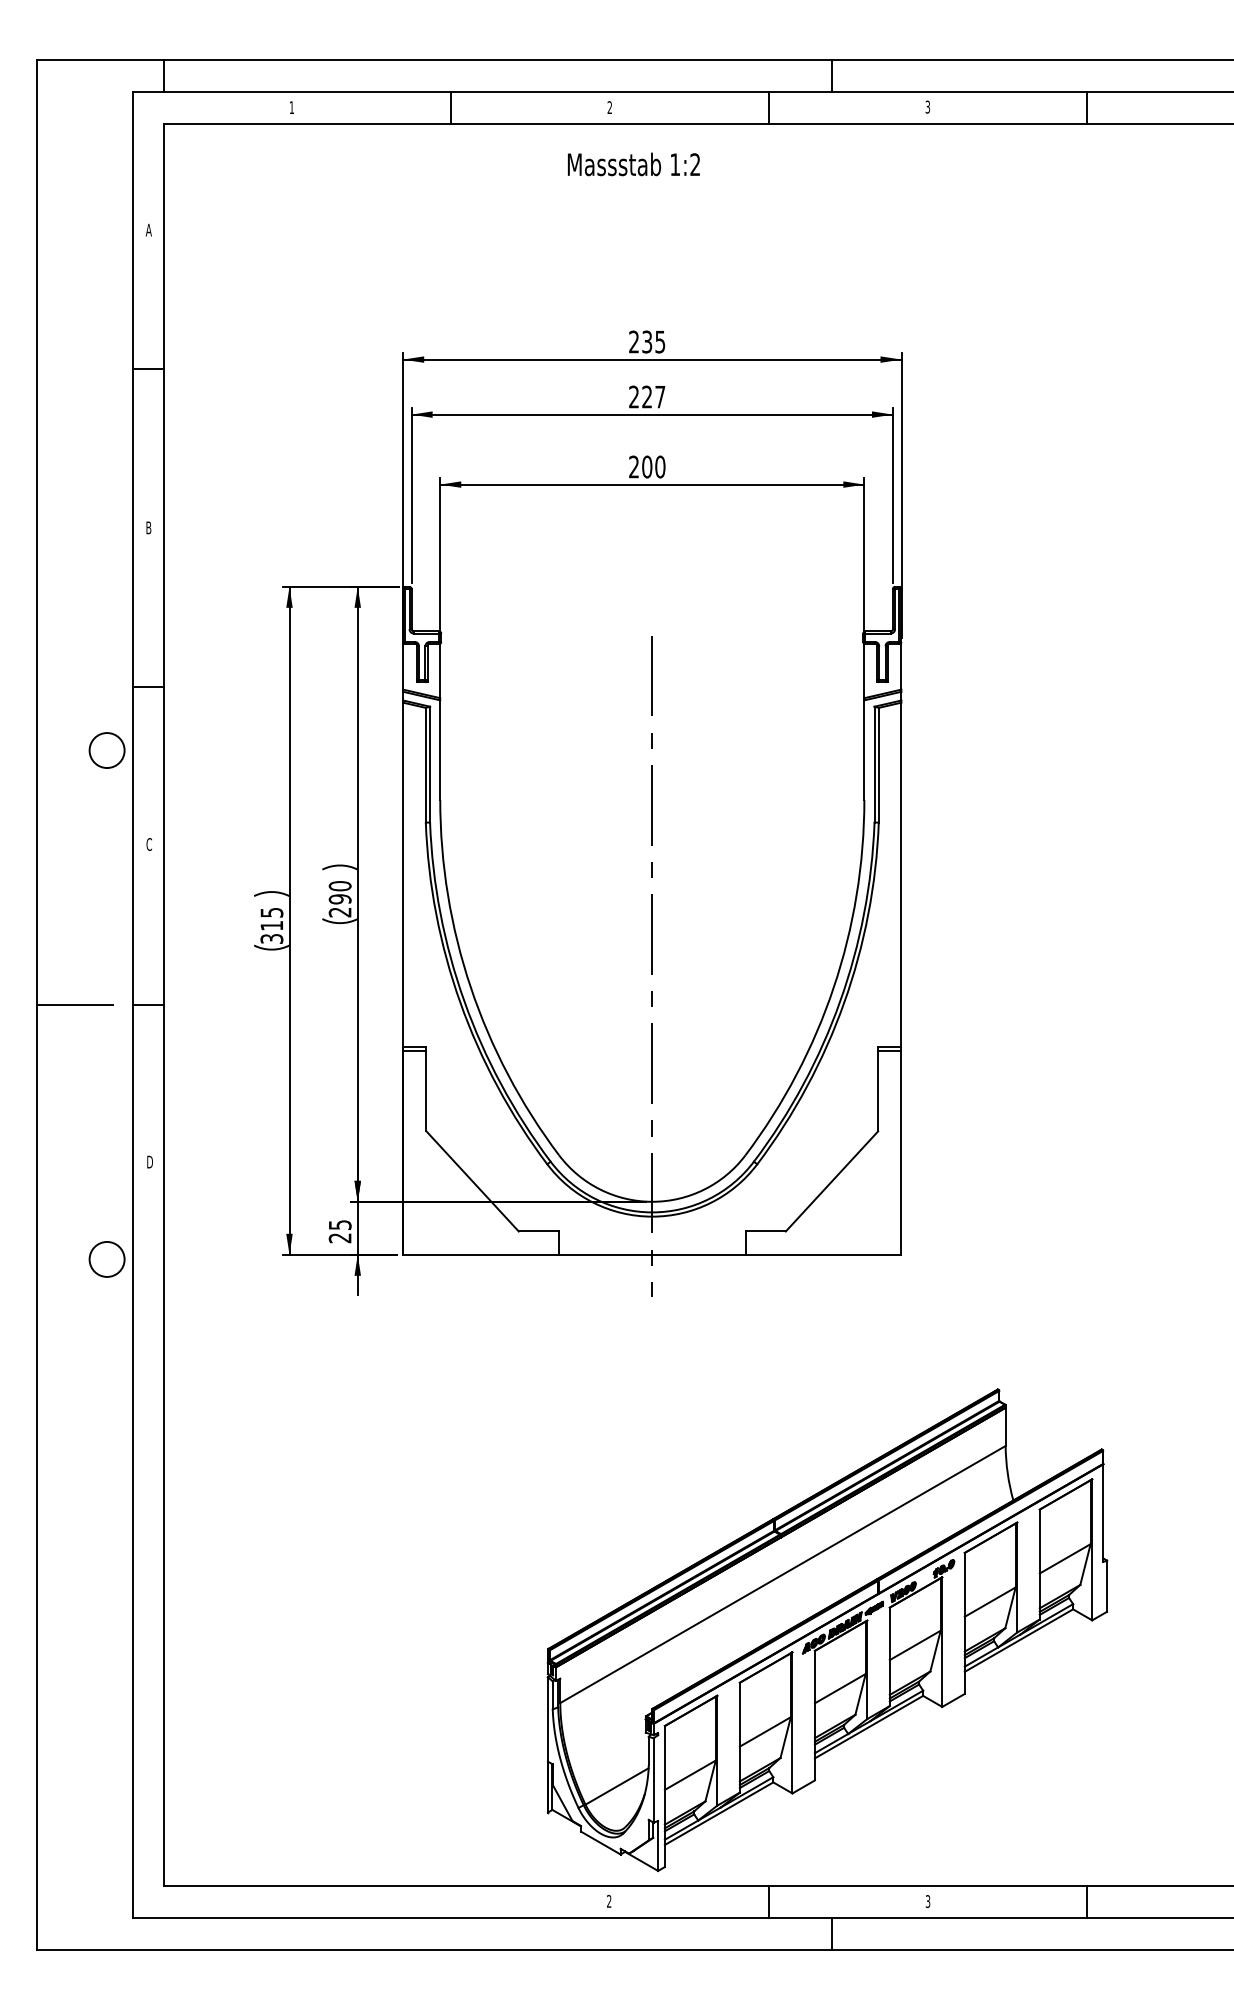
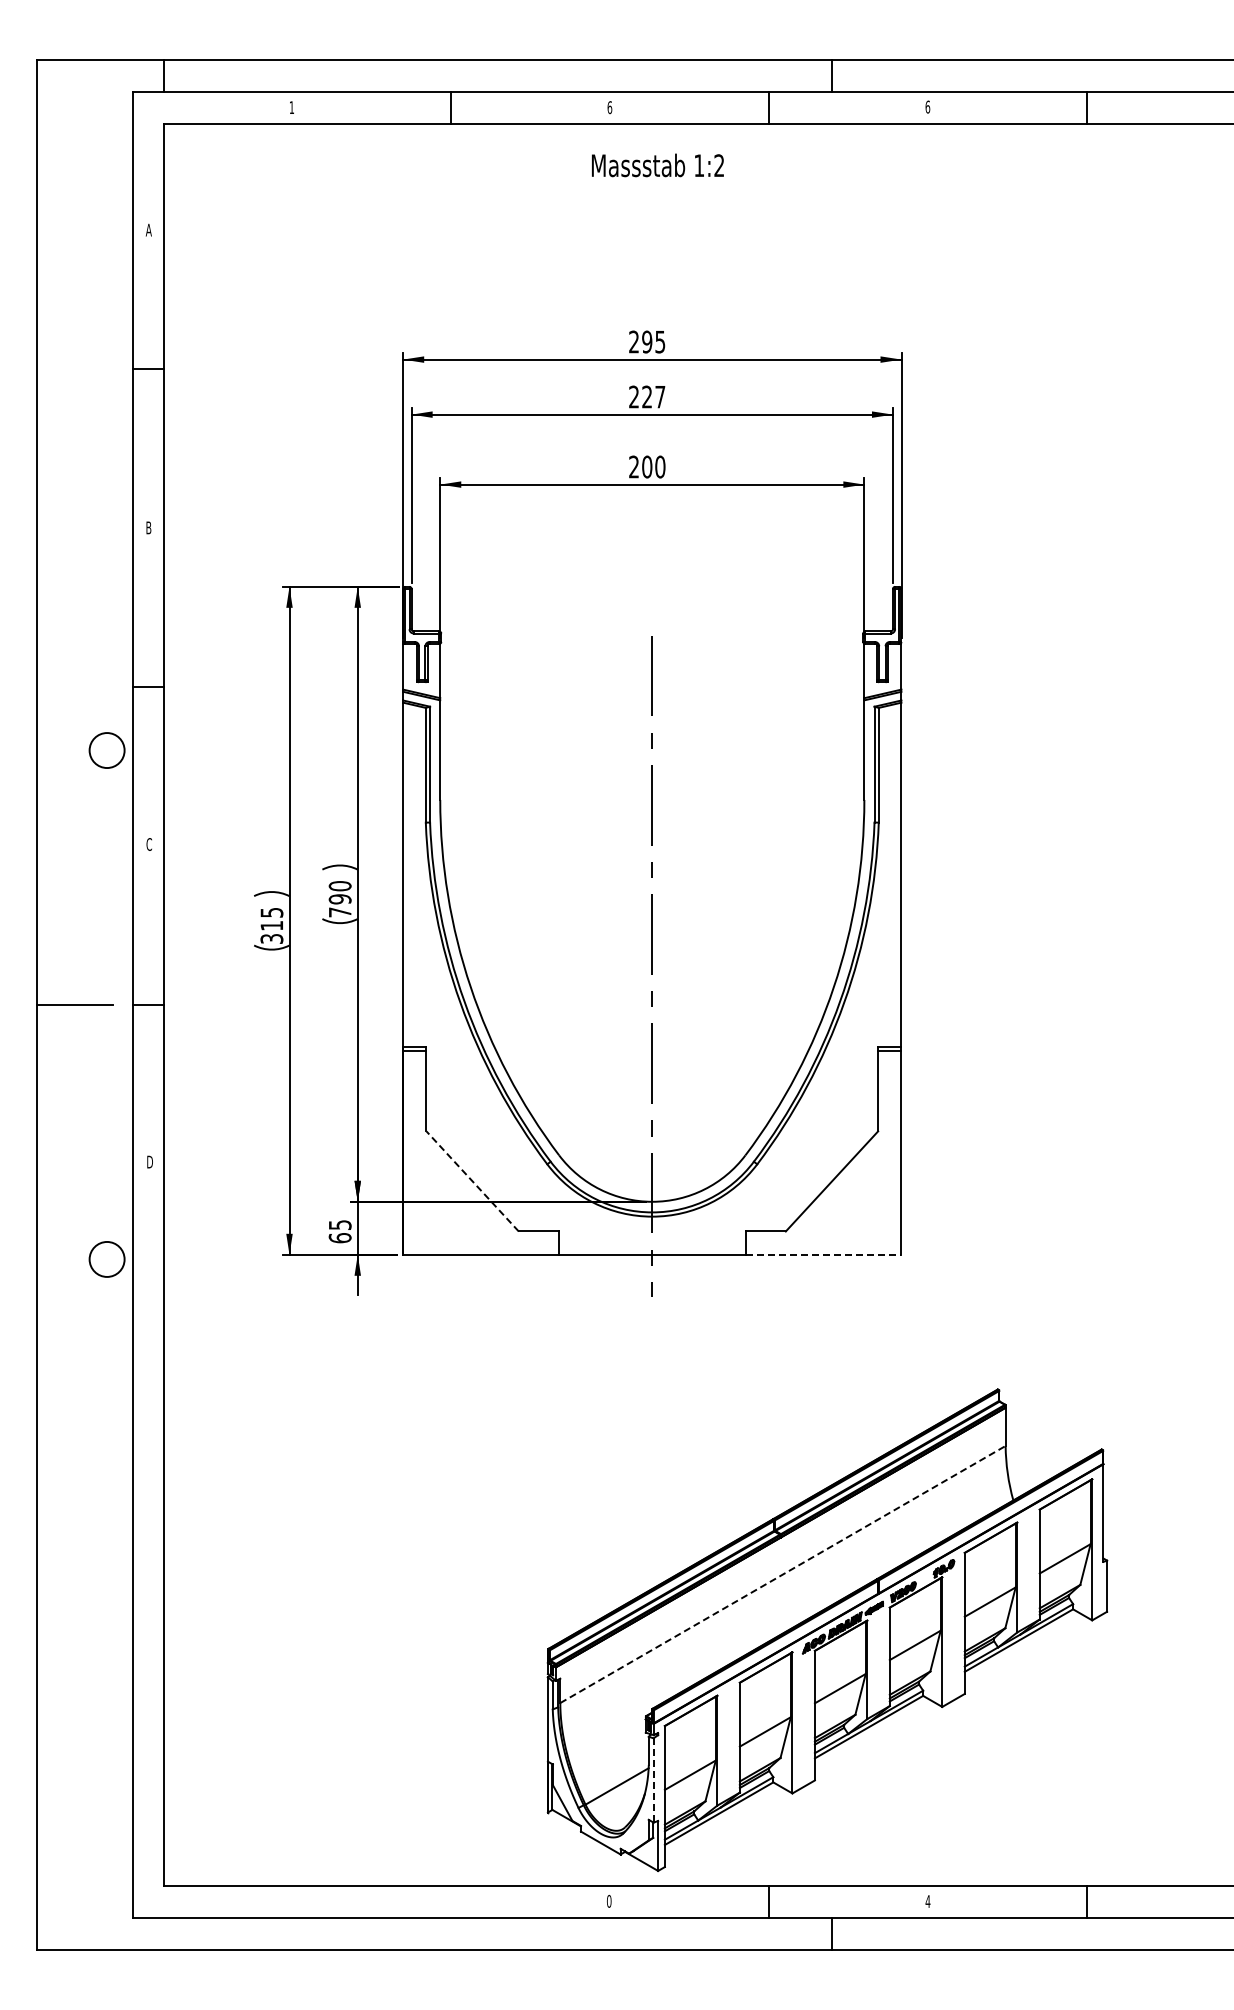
text at (927, 106): 3 -> 6
text at (609, 107): 2 -> 6
text at (633, 164) position: (633, 164) -> (657, 165)
text at (647, 341): 235 -> 295
text at (339, 912): 290 -> 790
line at (472, 1181): solid -> dashed
text at (339, 1238): 25 -> 65
line at (823, 1254): solid -> dashed
line at (783, 1574): solid -> dashed
line at (653, 1780): solid -> dashed
text at (608, 1901): 2 -> 0
text at (927, 1901): 3 -> 4
